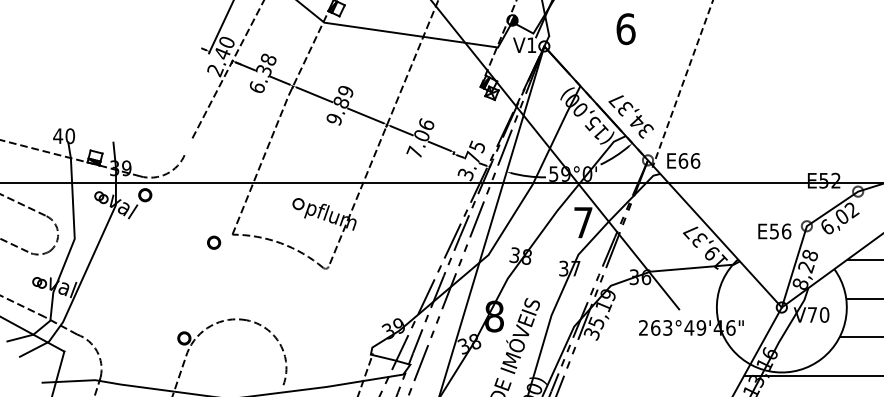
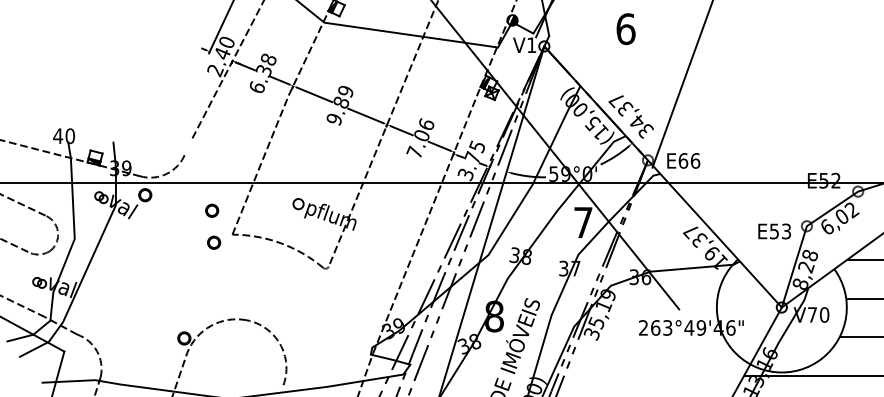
line at (682, 84): dashed -> solid
circle at (212, 210): none -> present
line at (426, 219): none -> present
text at (786, 231): E56 -> E53
